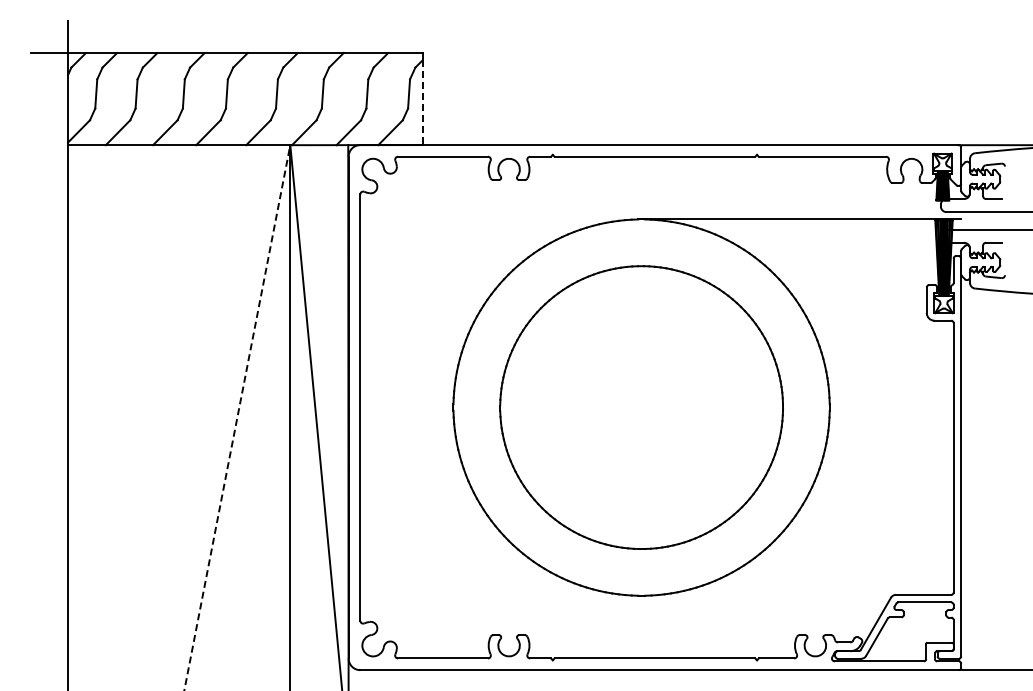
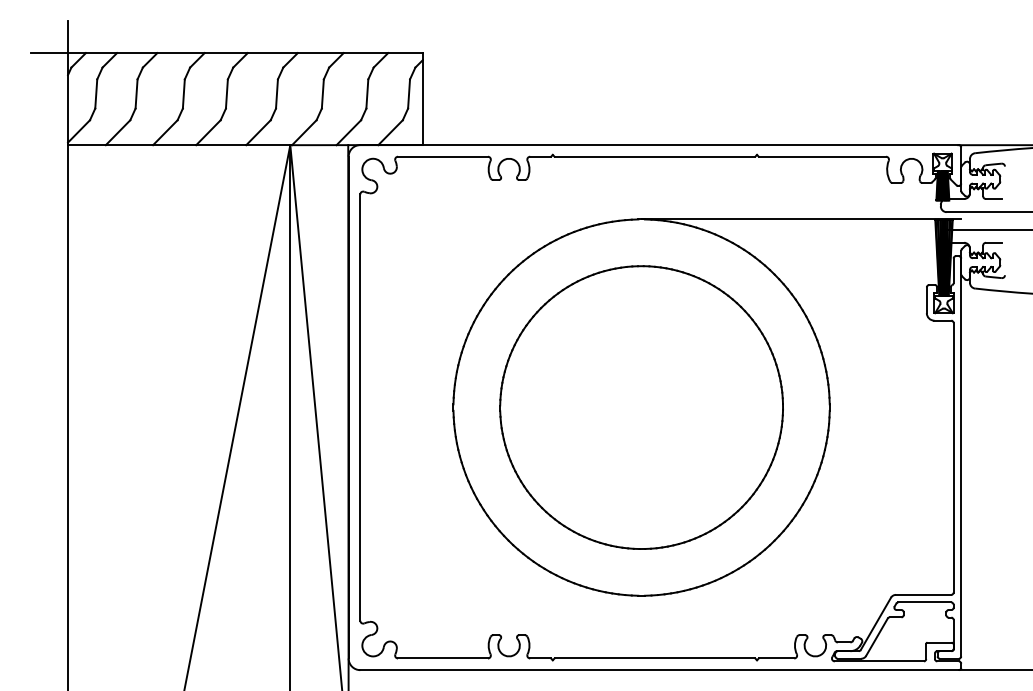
line at (422, 103): dashed -> solid
line at (237, 418): dashed -> solid
